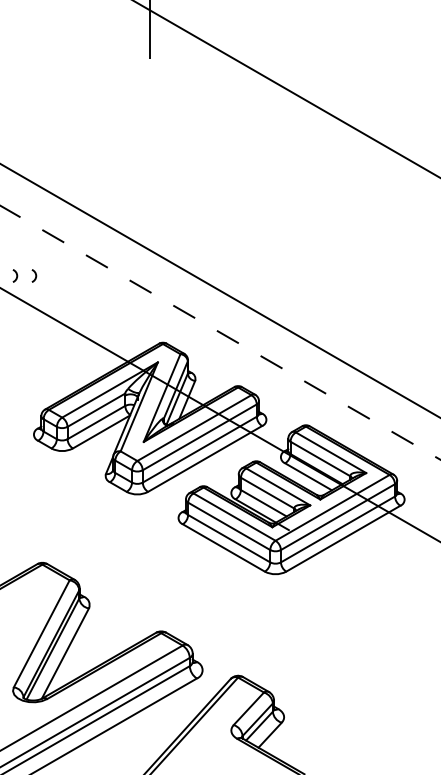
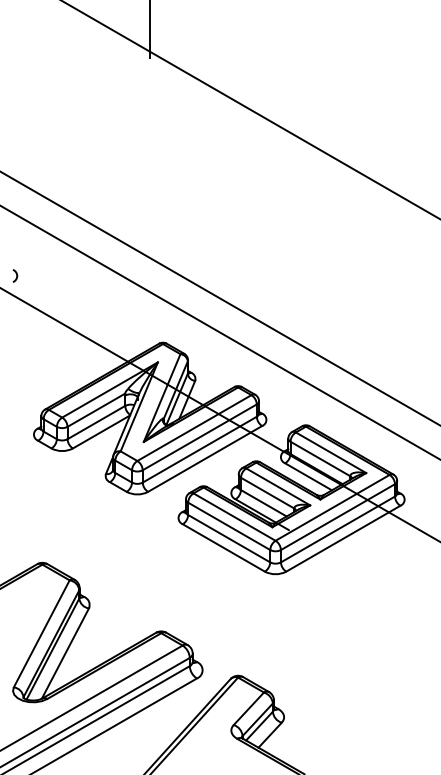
line at (286, 89) position: (286, 89) -> (250, 109)
arc at (35, 275): present -> none
line at (219, 290) position: (219, 290) -> (219, 298)
line at (220, 332): dashed -> solid
